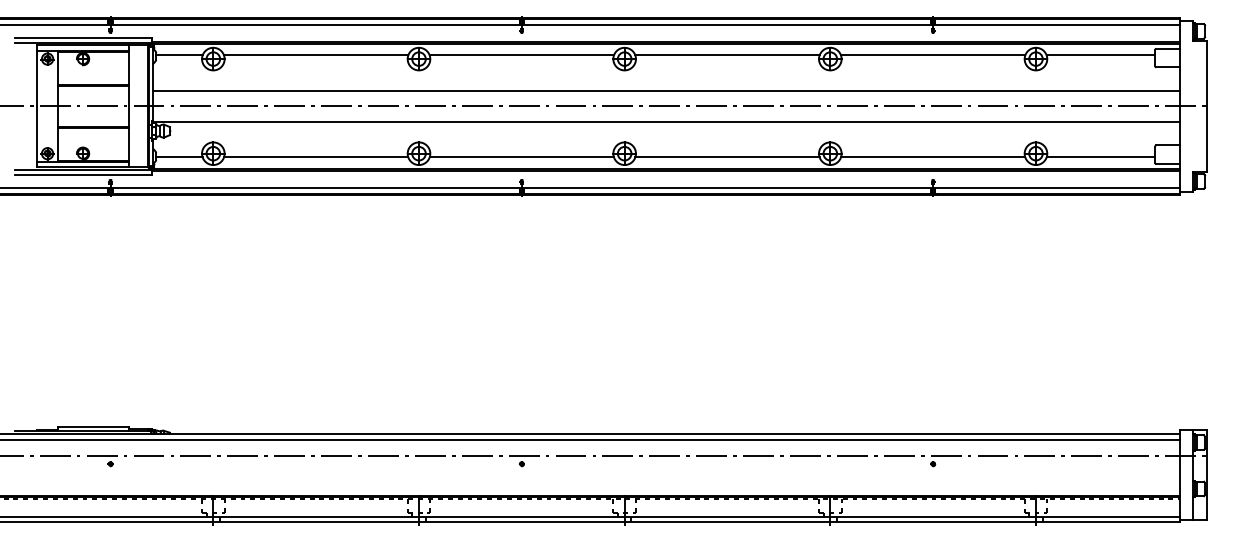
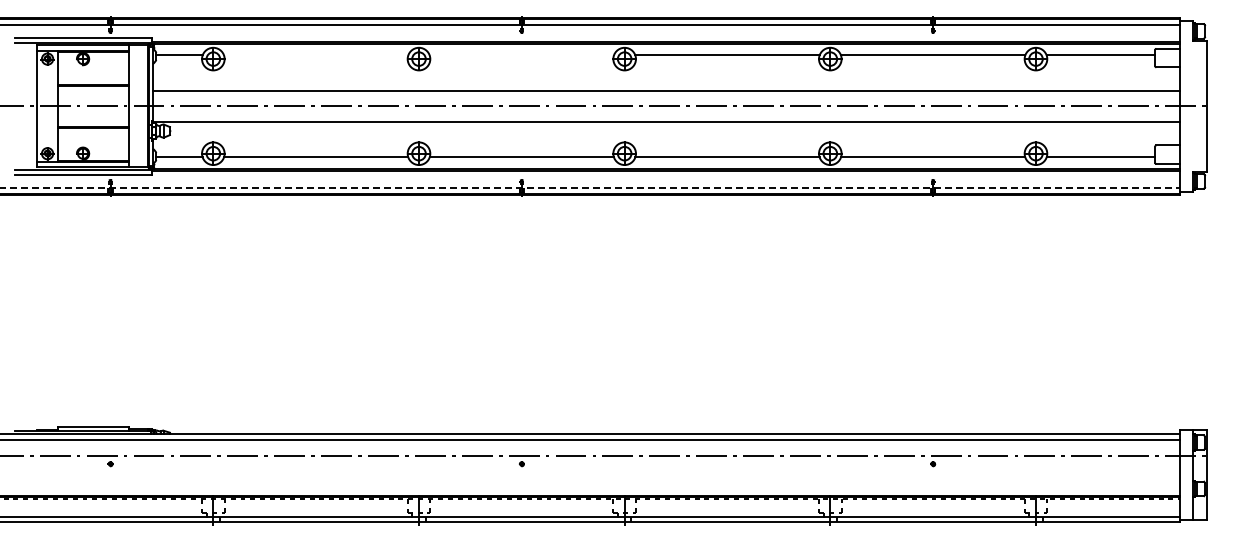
line at (316, 55): present -> none
line at (521, 55): present -> none
line at (589, 188): solid -> dashed
